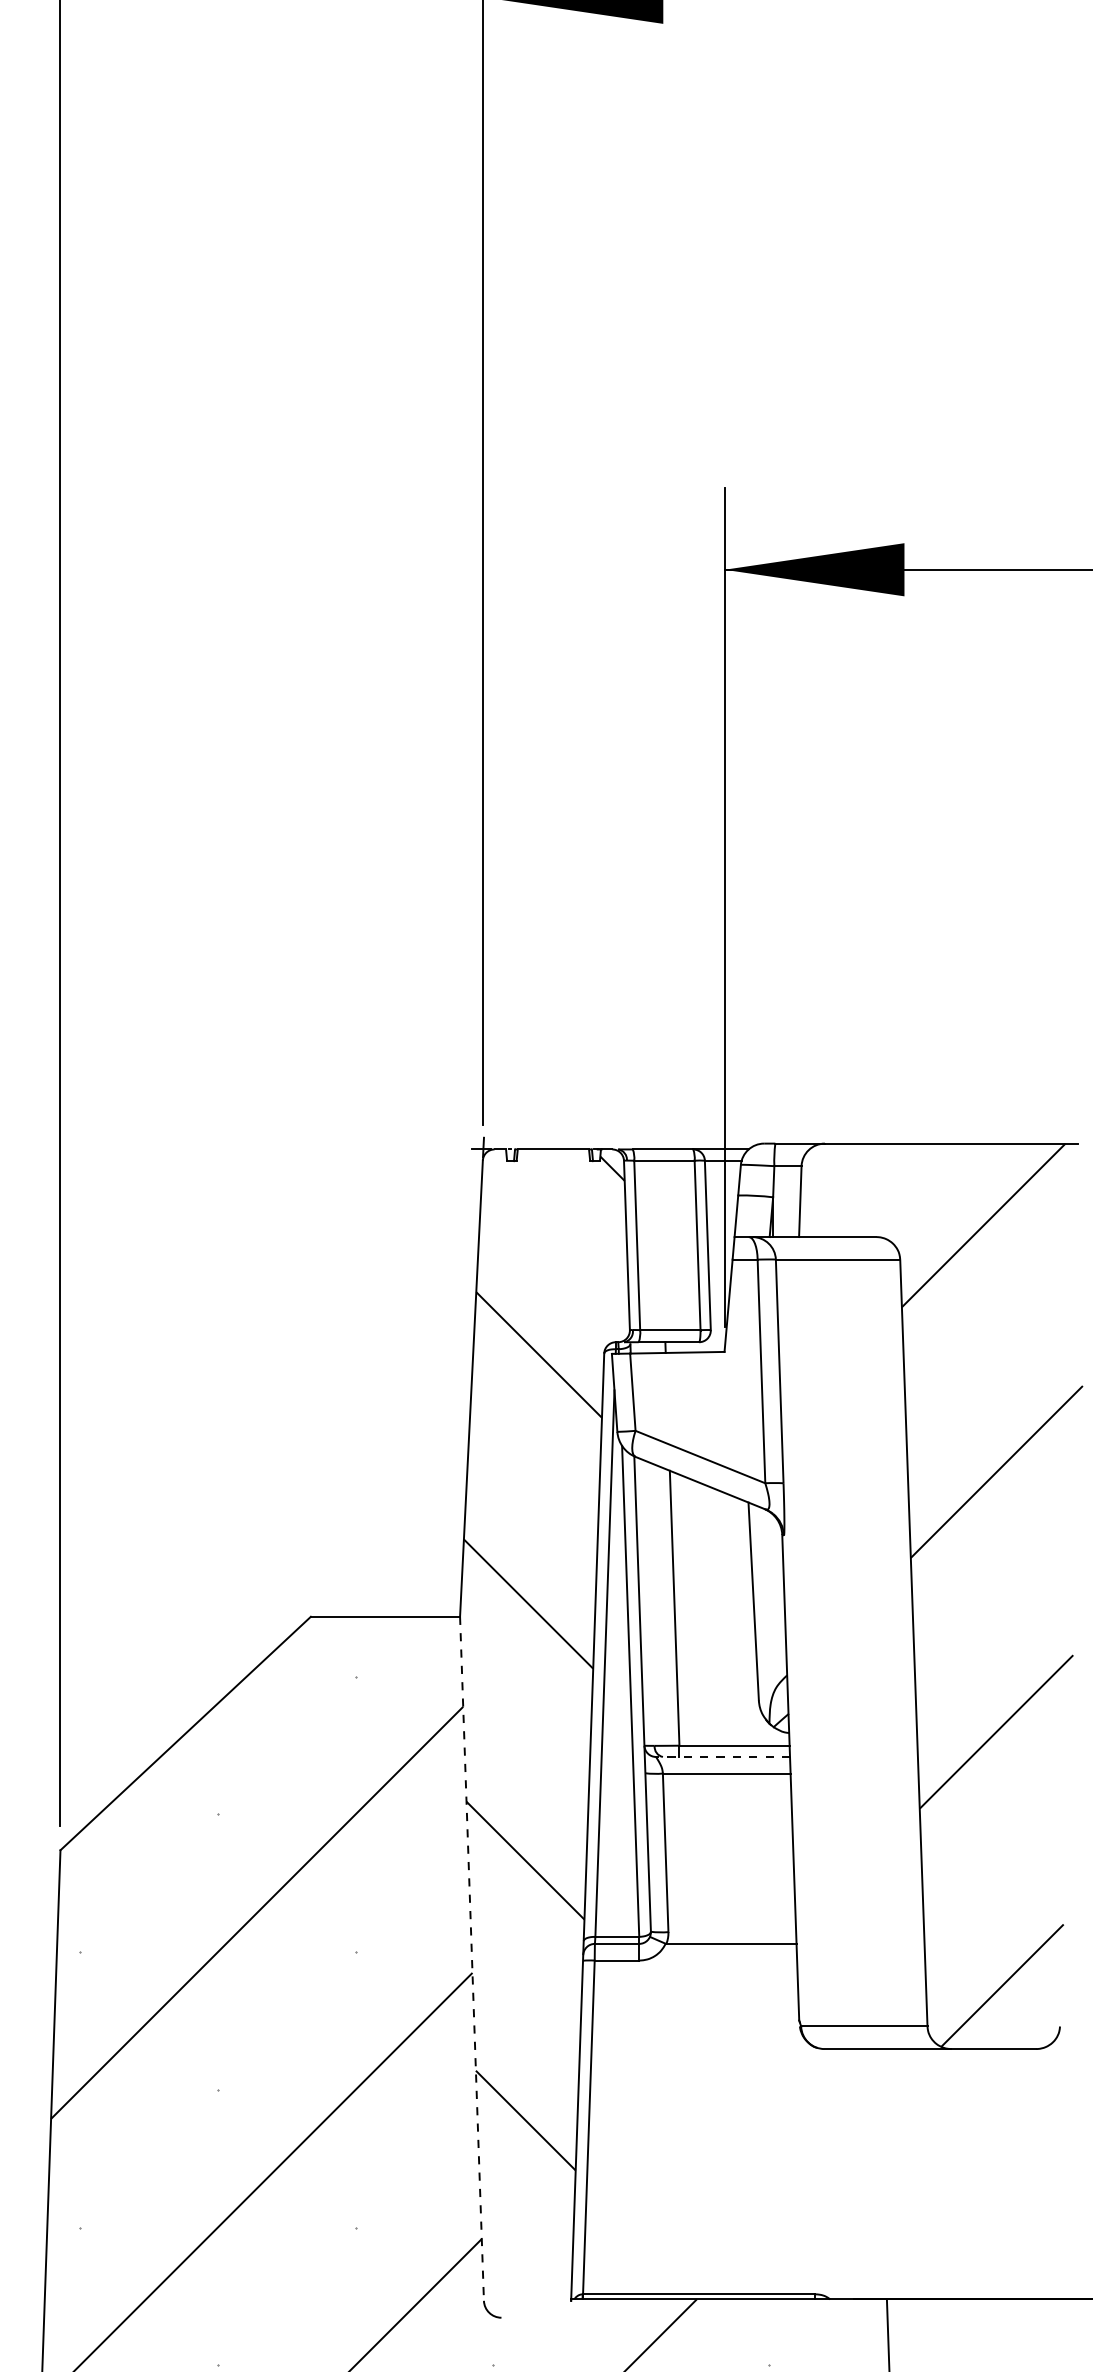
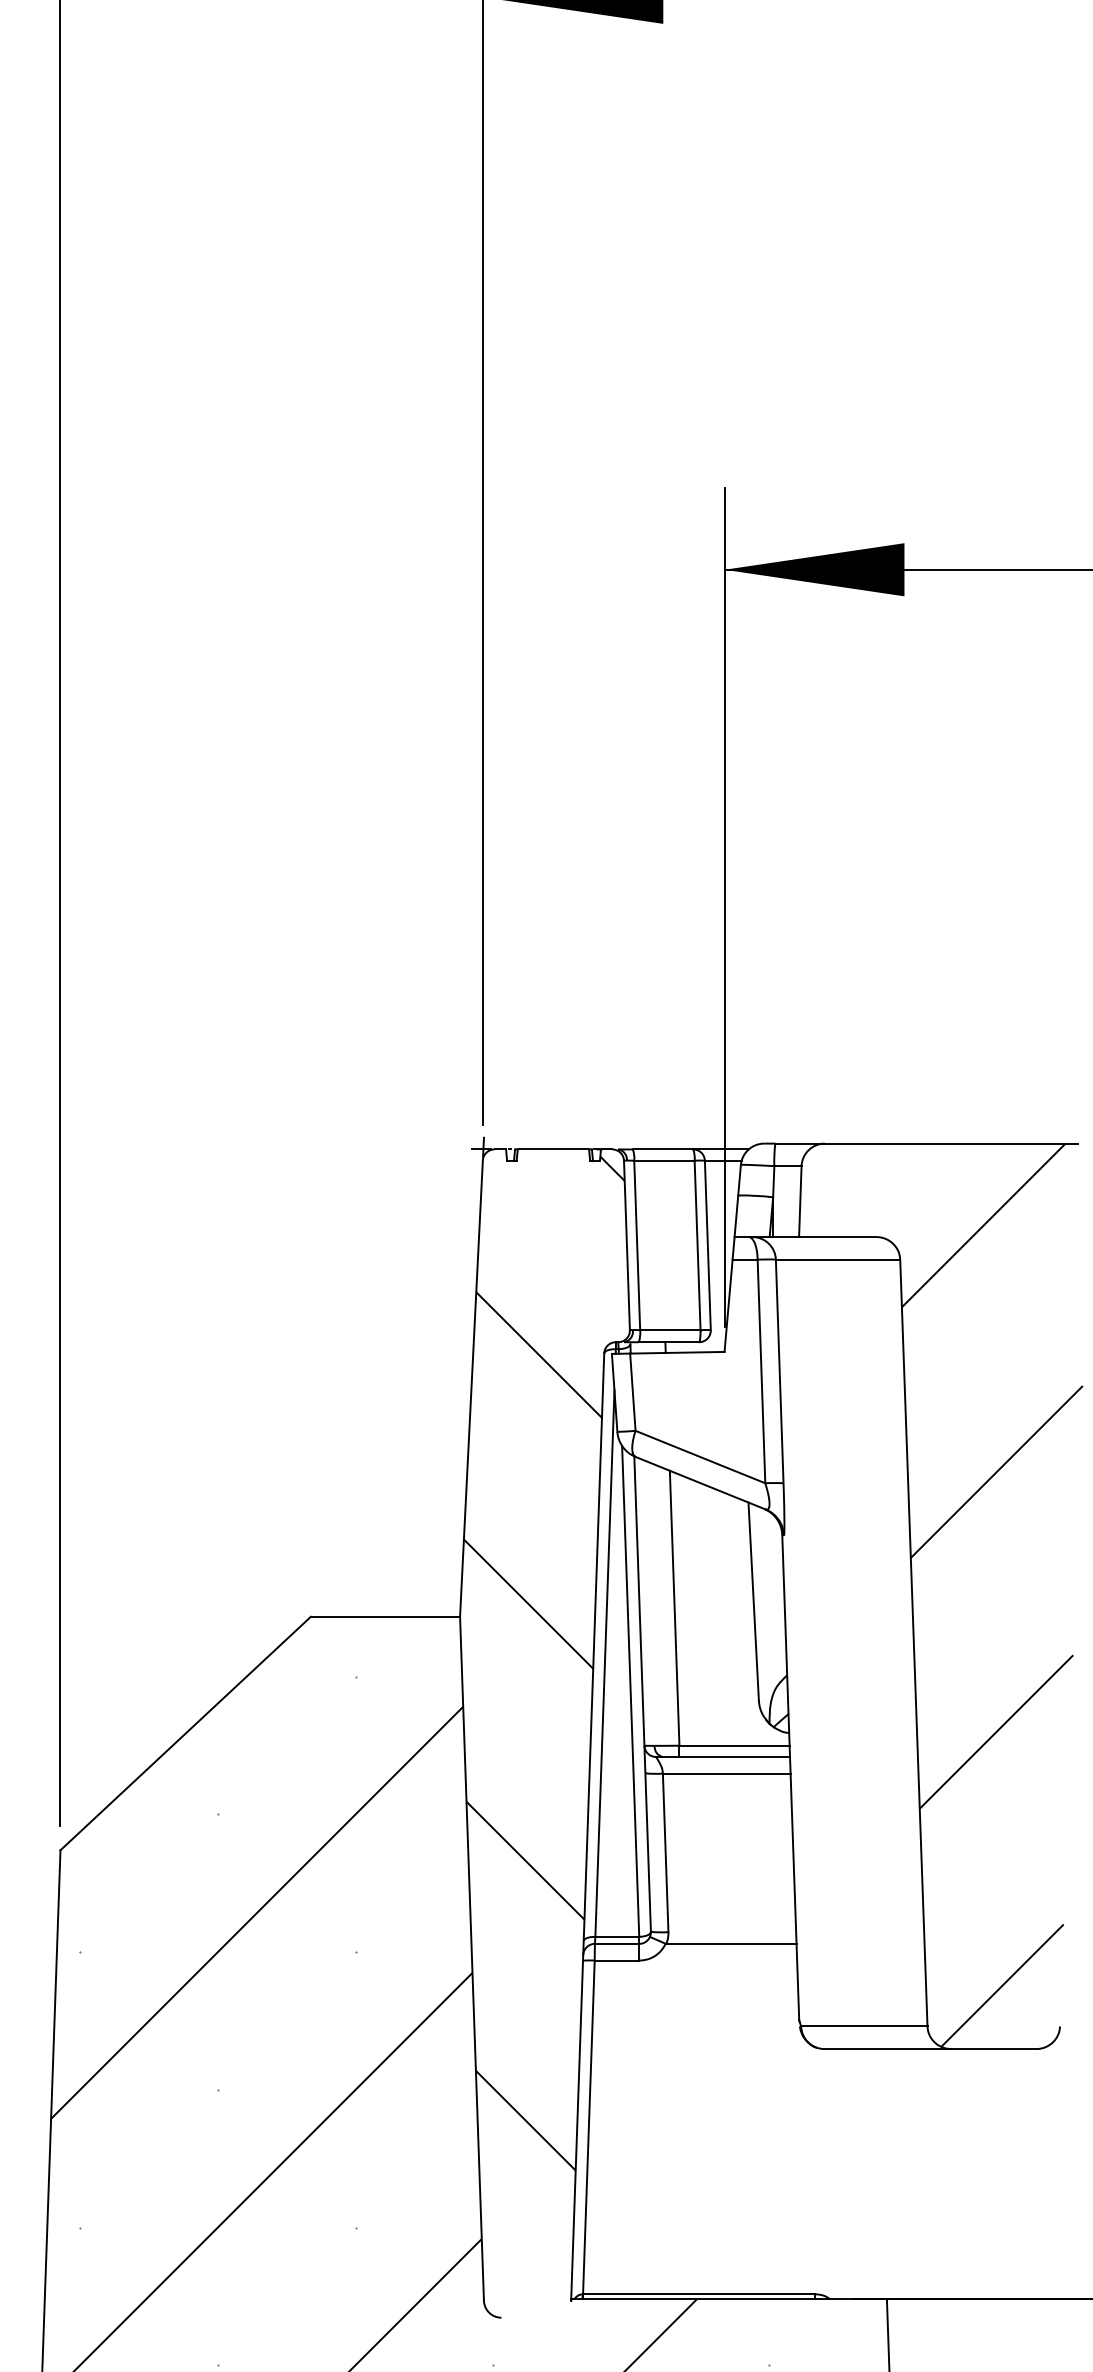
line at (723, 1756): dashed -> solid
line at (472, 1959): dashed -> solid
